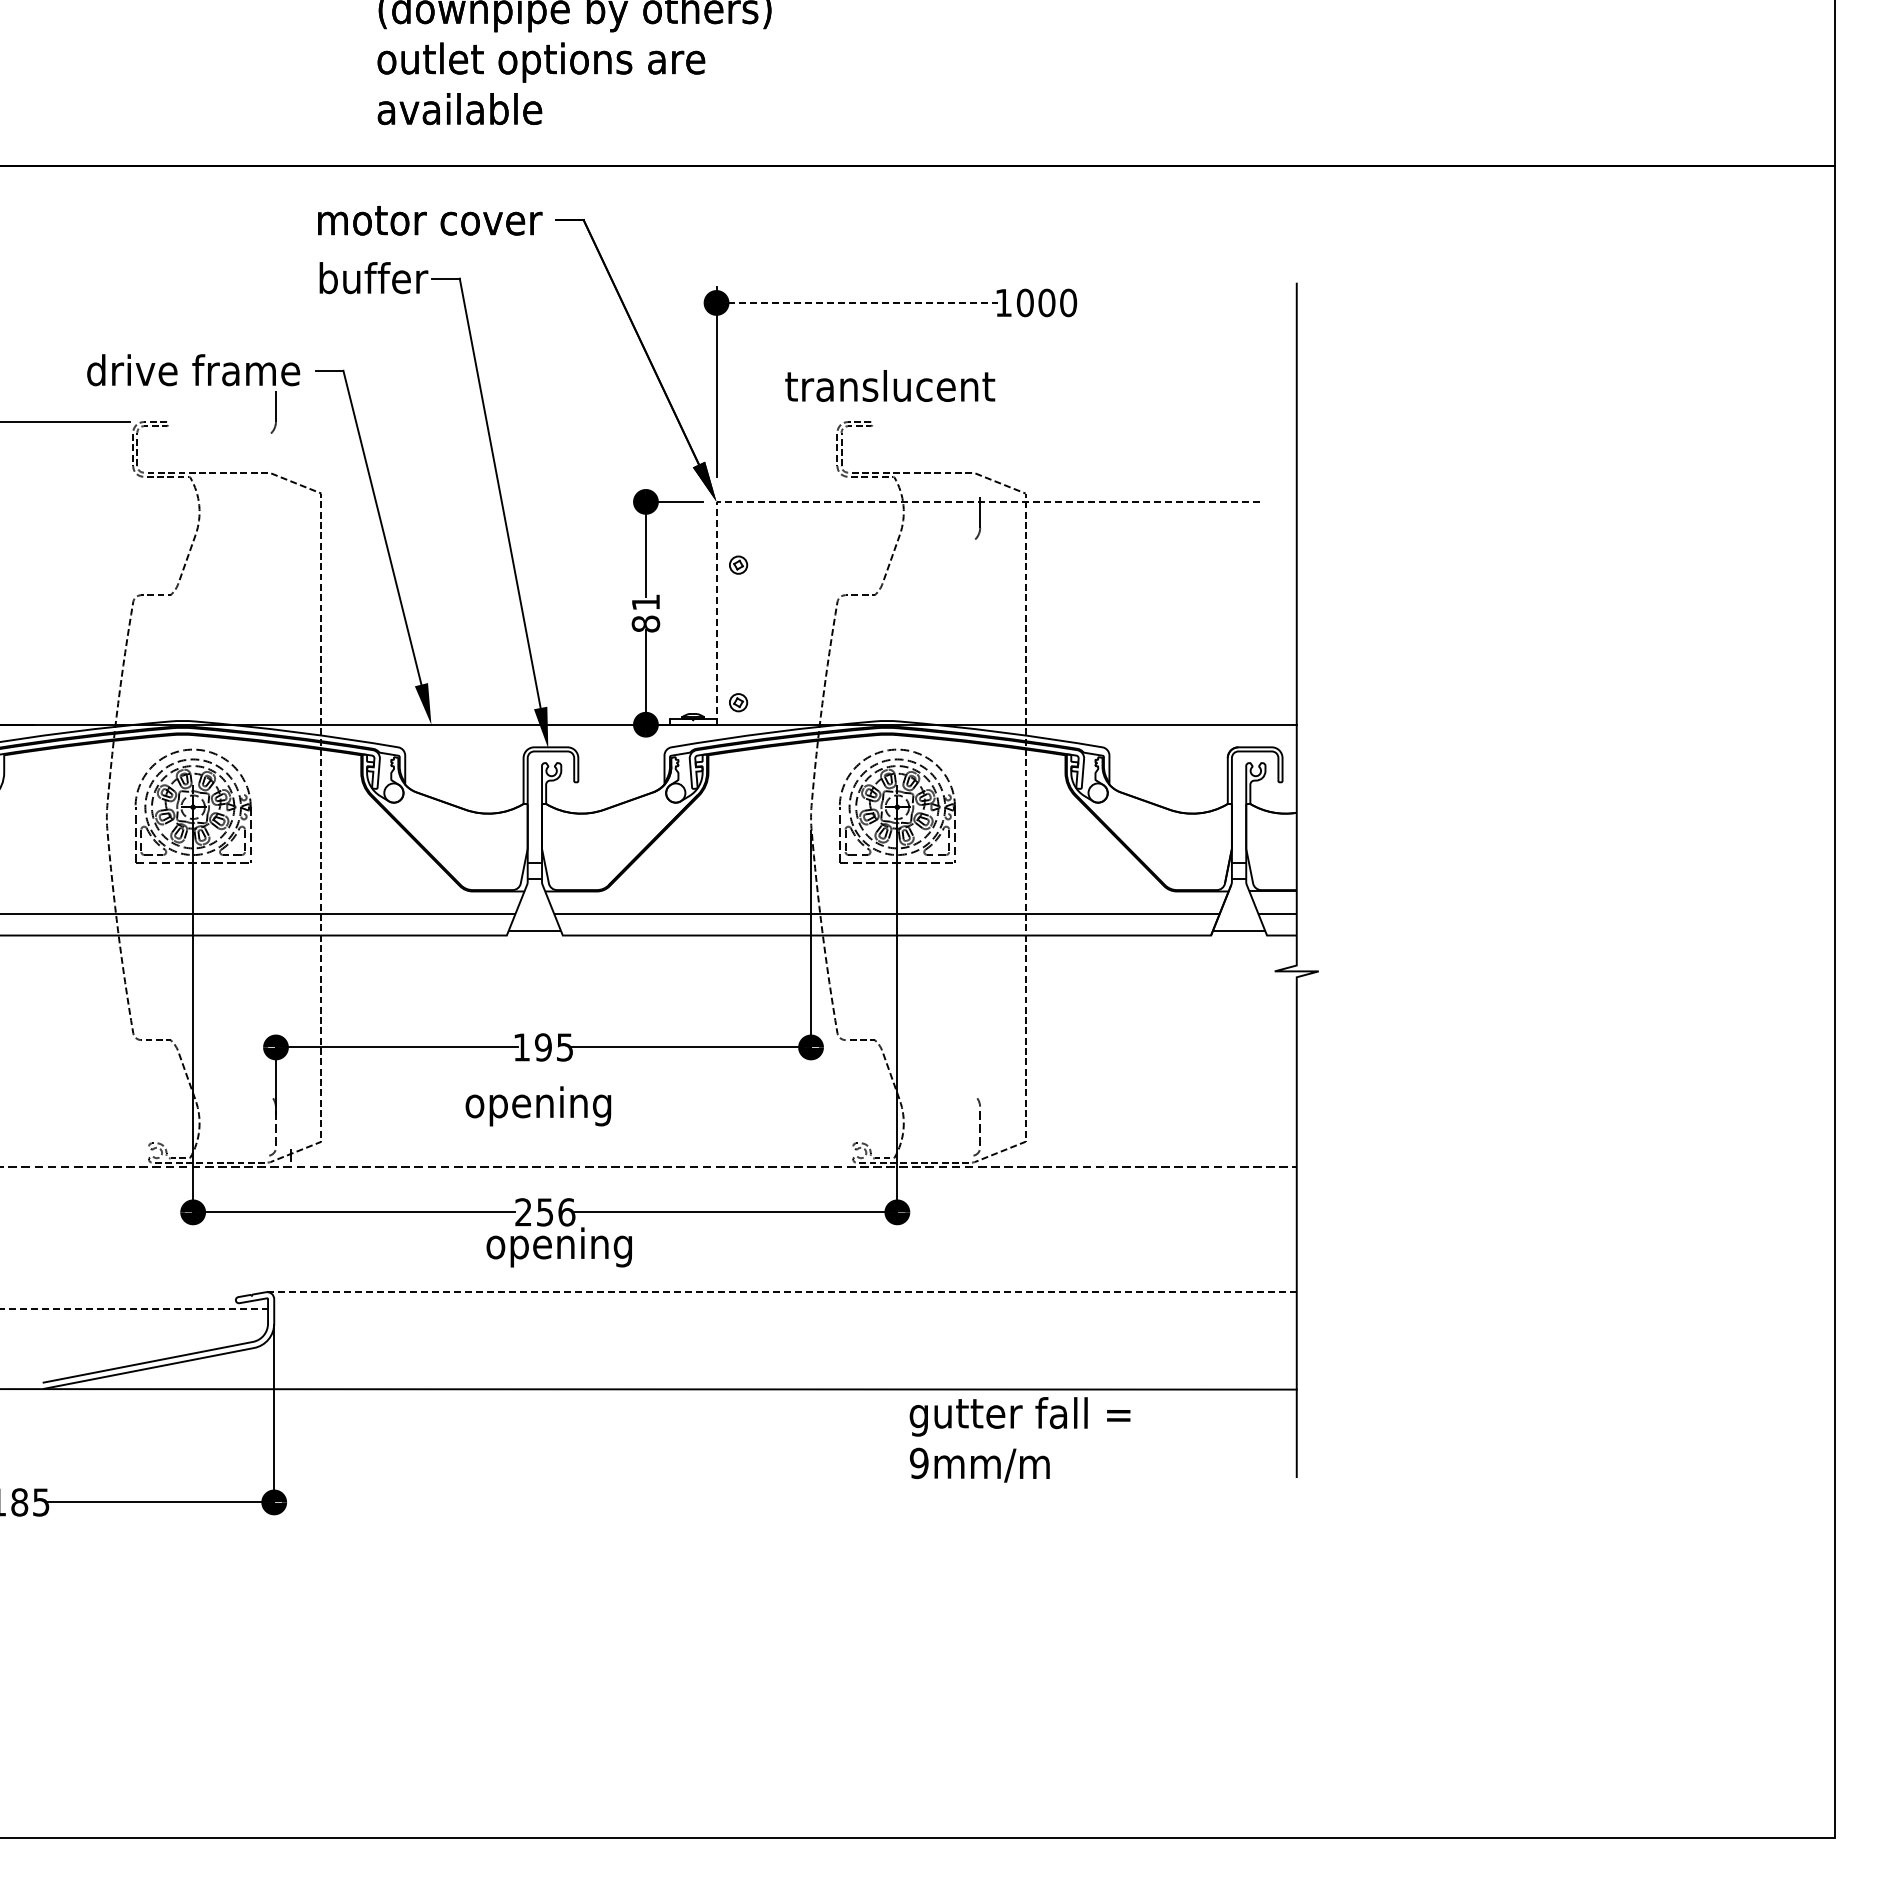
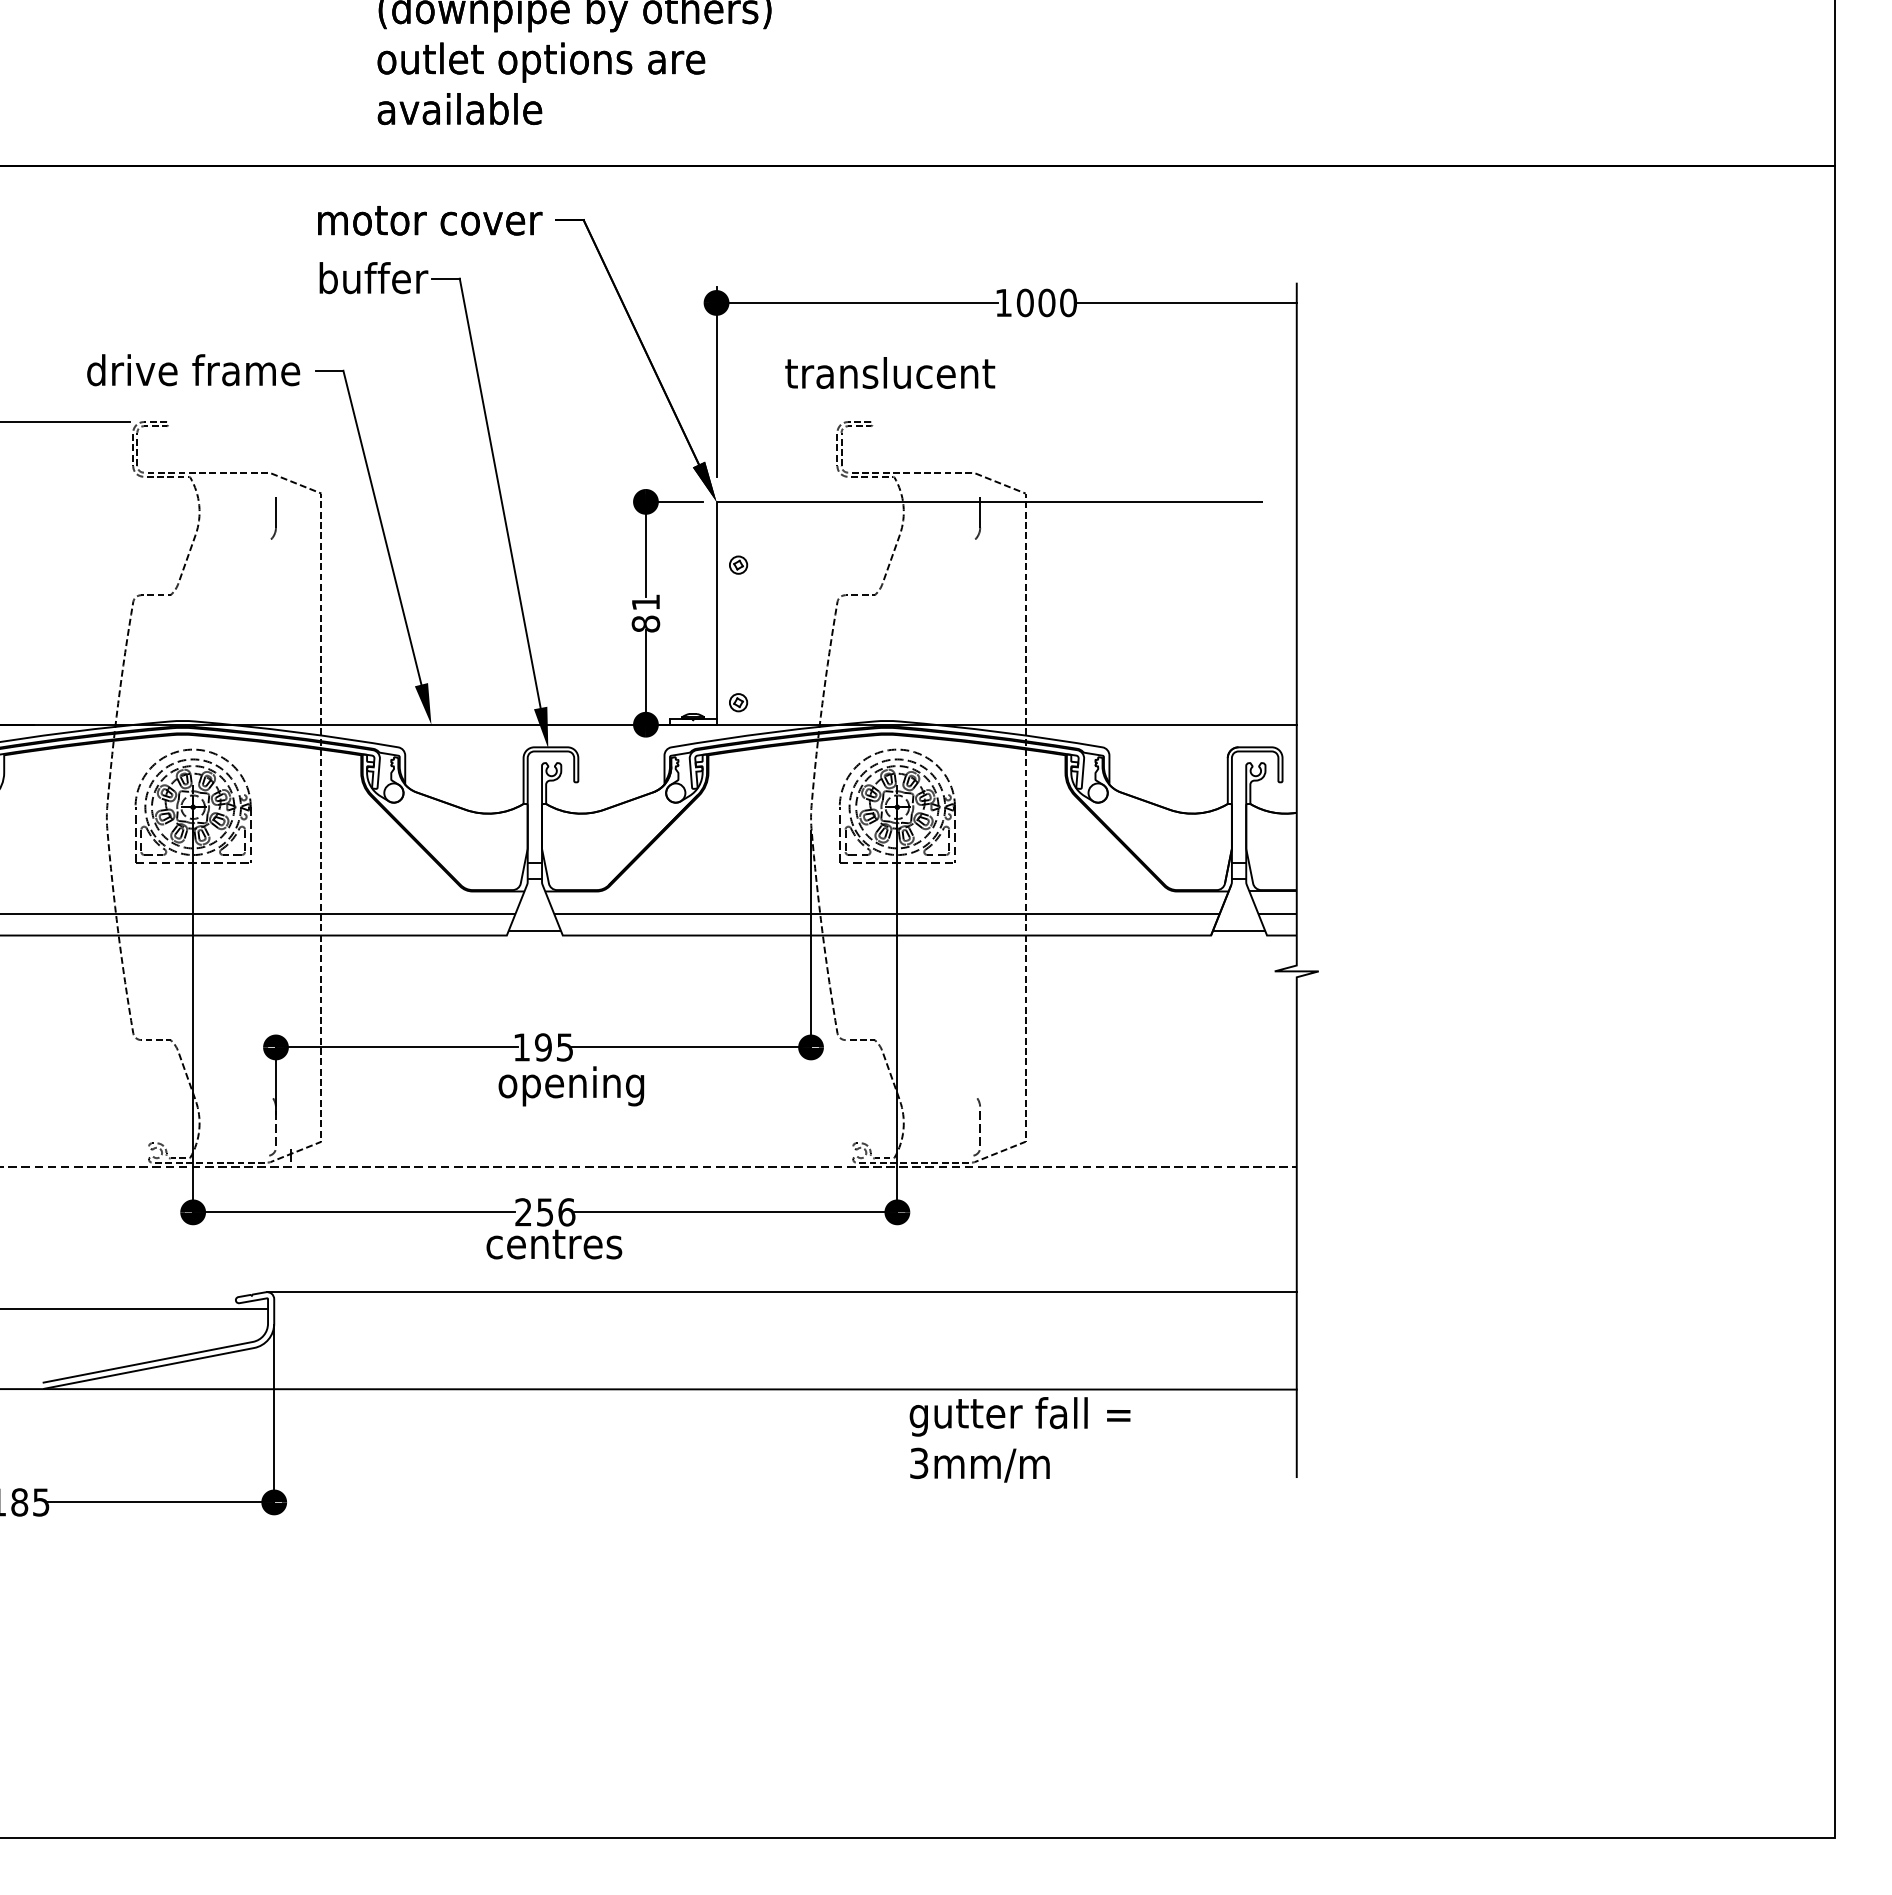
line at (857, 302): dashed -> solid
line at (1186, 302): none -> present
text at (890, 385) position: (890, 385) -> (890, 372)
curve at (275, 412) position: (275, 412) -> (275, 518)
line at (878, 501): dashed -> solid
text at (538, 1106) position: (538, 1106) -> (571, 1086)
text at (559, 1247): opening -> centres
line at (781, 1292): dashed -> solid
line at (134, 1309): dashed -> solid
text at (918, 1462): 9mm/m -> 3mm/m
